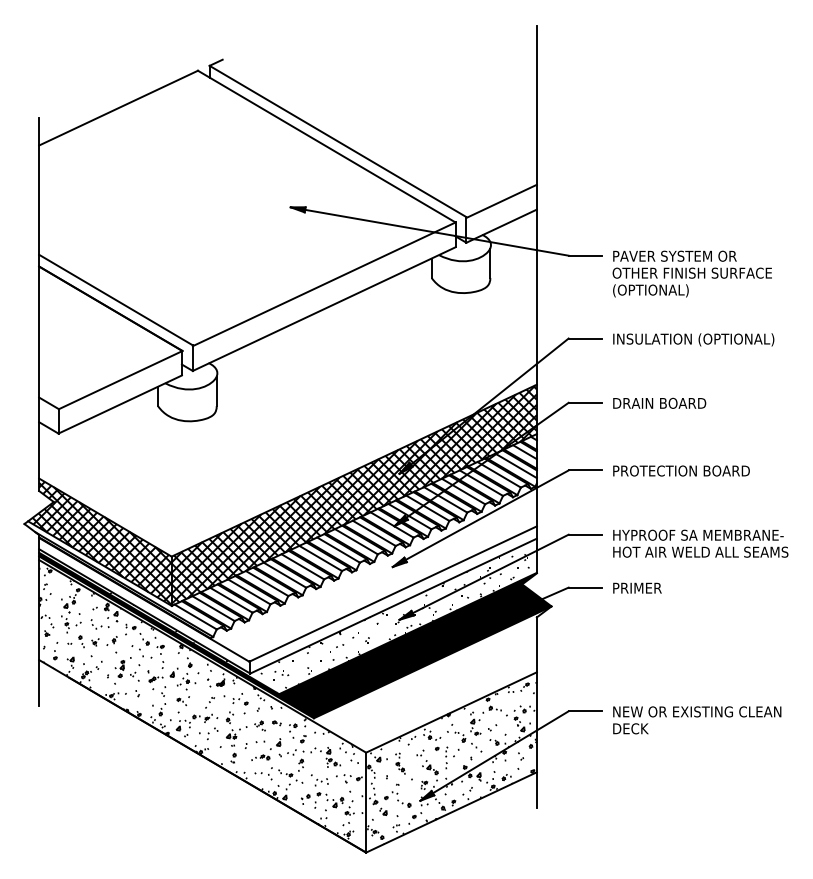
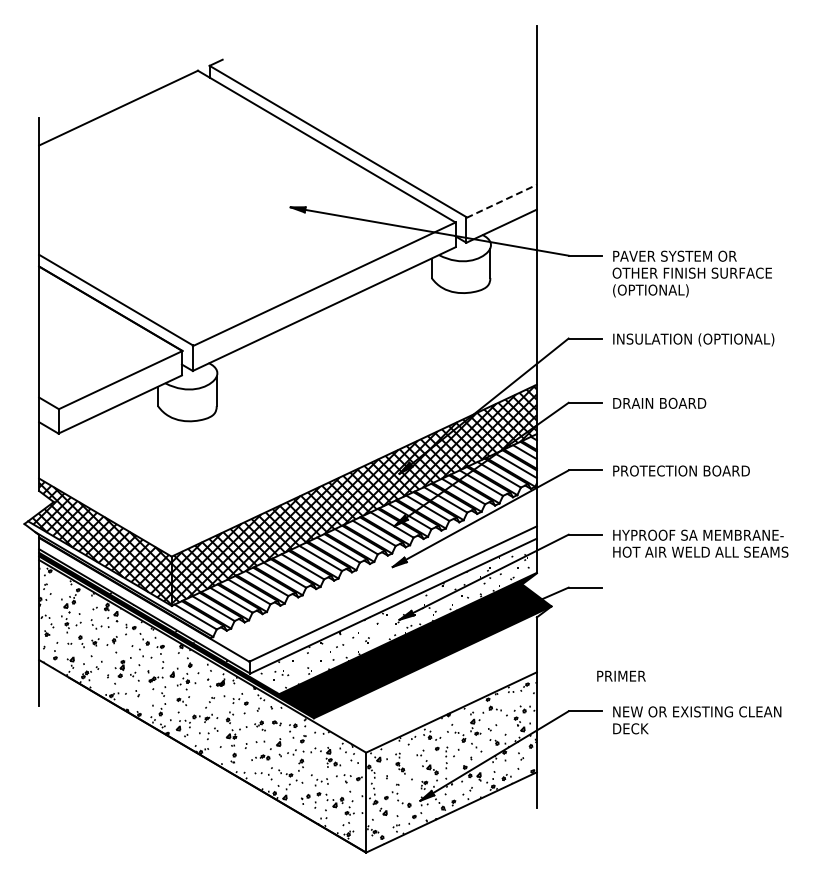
line at (501, 201): solid -> dashed
text at (637, 587) position: (637, 587) -> (621, 675)
